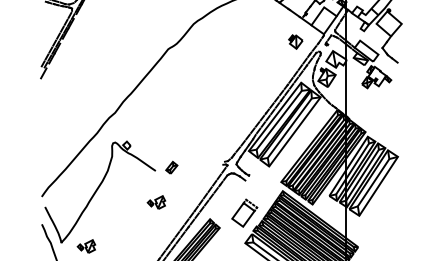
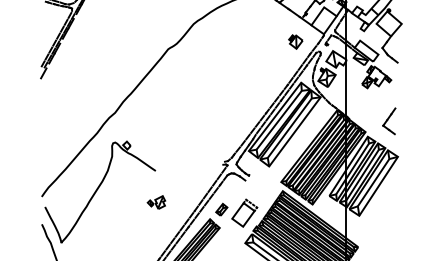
part at (389, 121): none -> present
part at (171, 167) position: (171, 167) -> (221, 209)
part at (86, 246): present -> none
